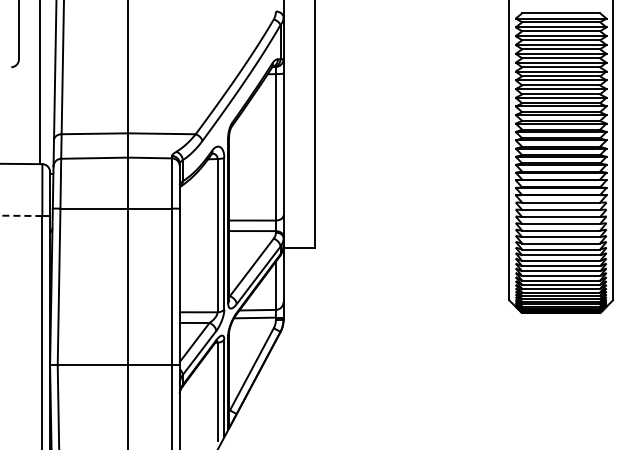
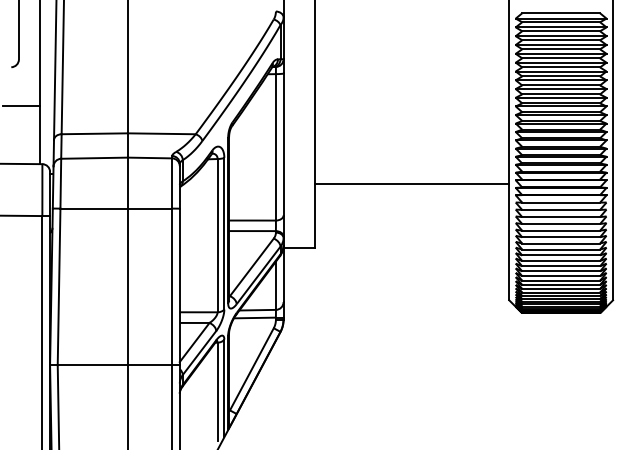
line at (21, 105): none -> present
line at (411, 183): none -> present
line at (21, 215): dashed -> solid
